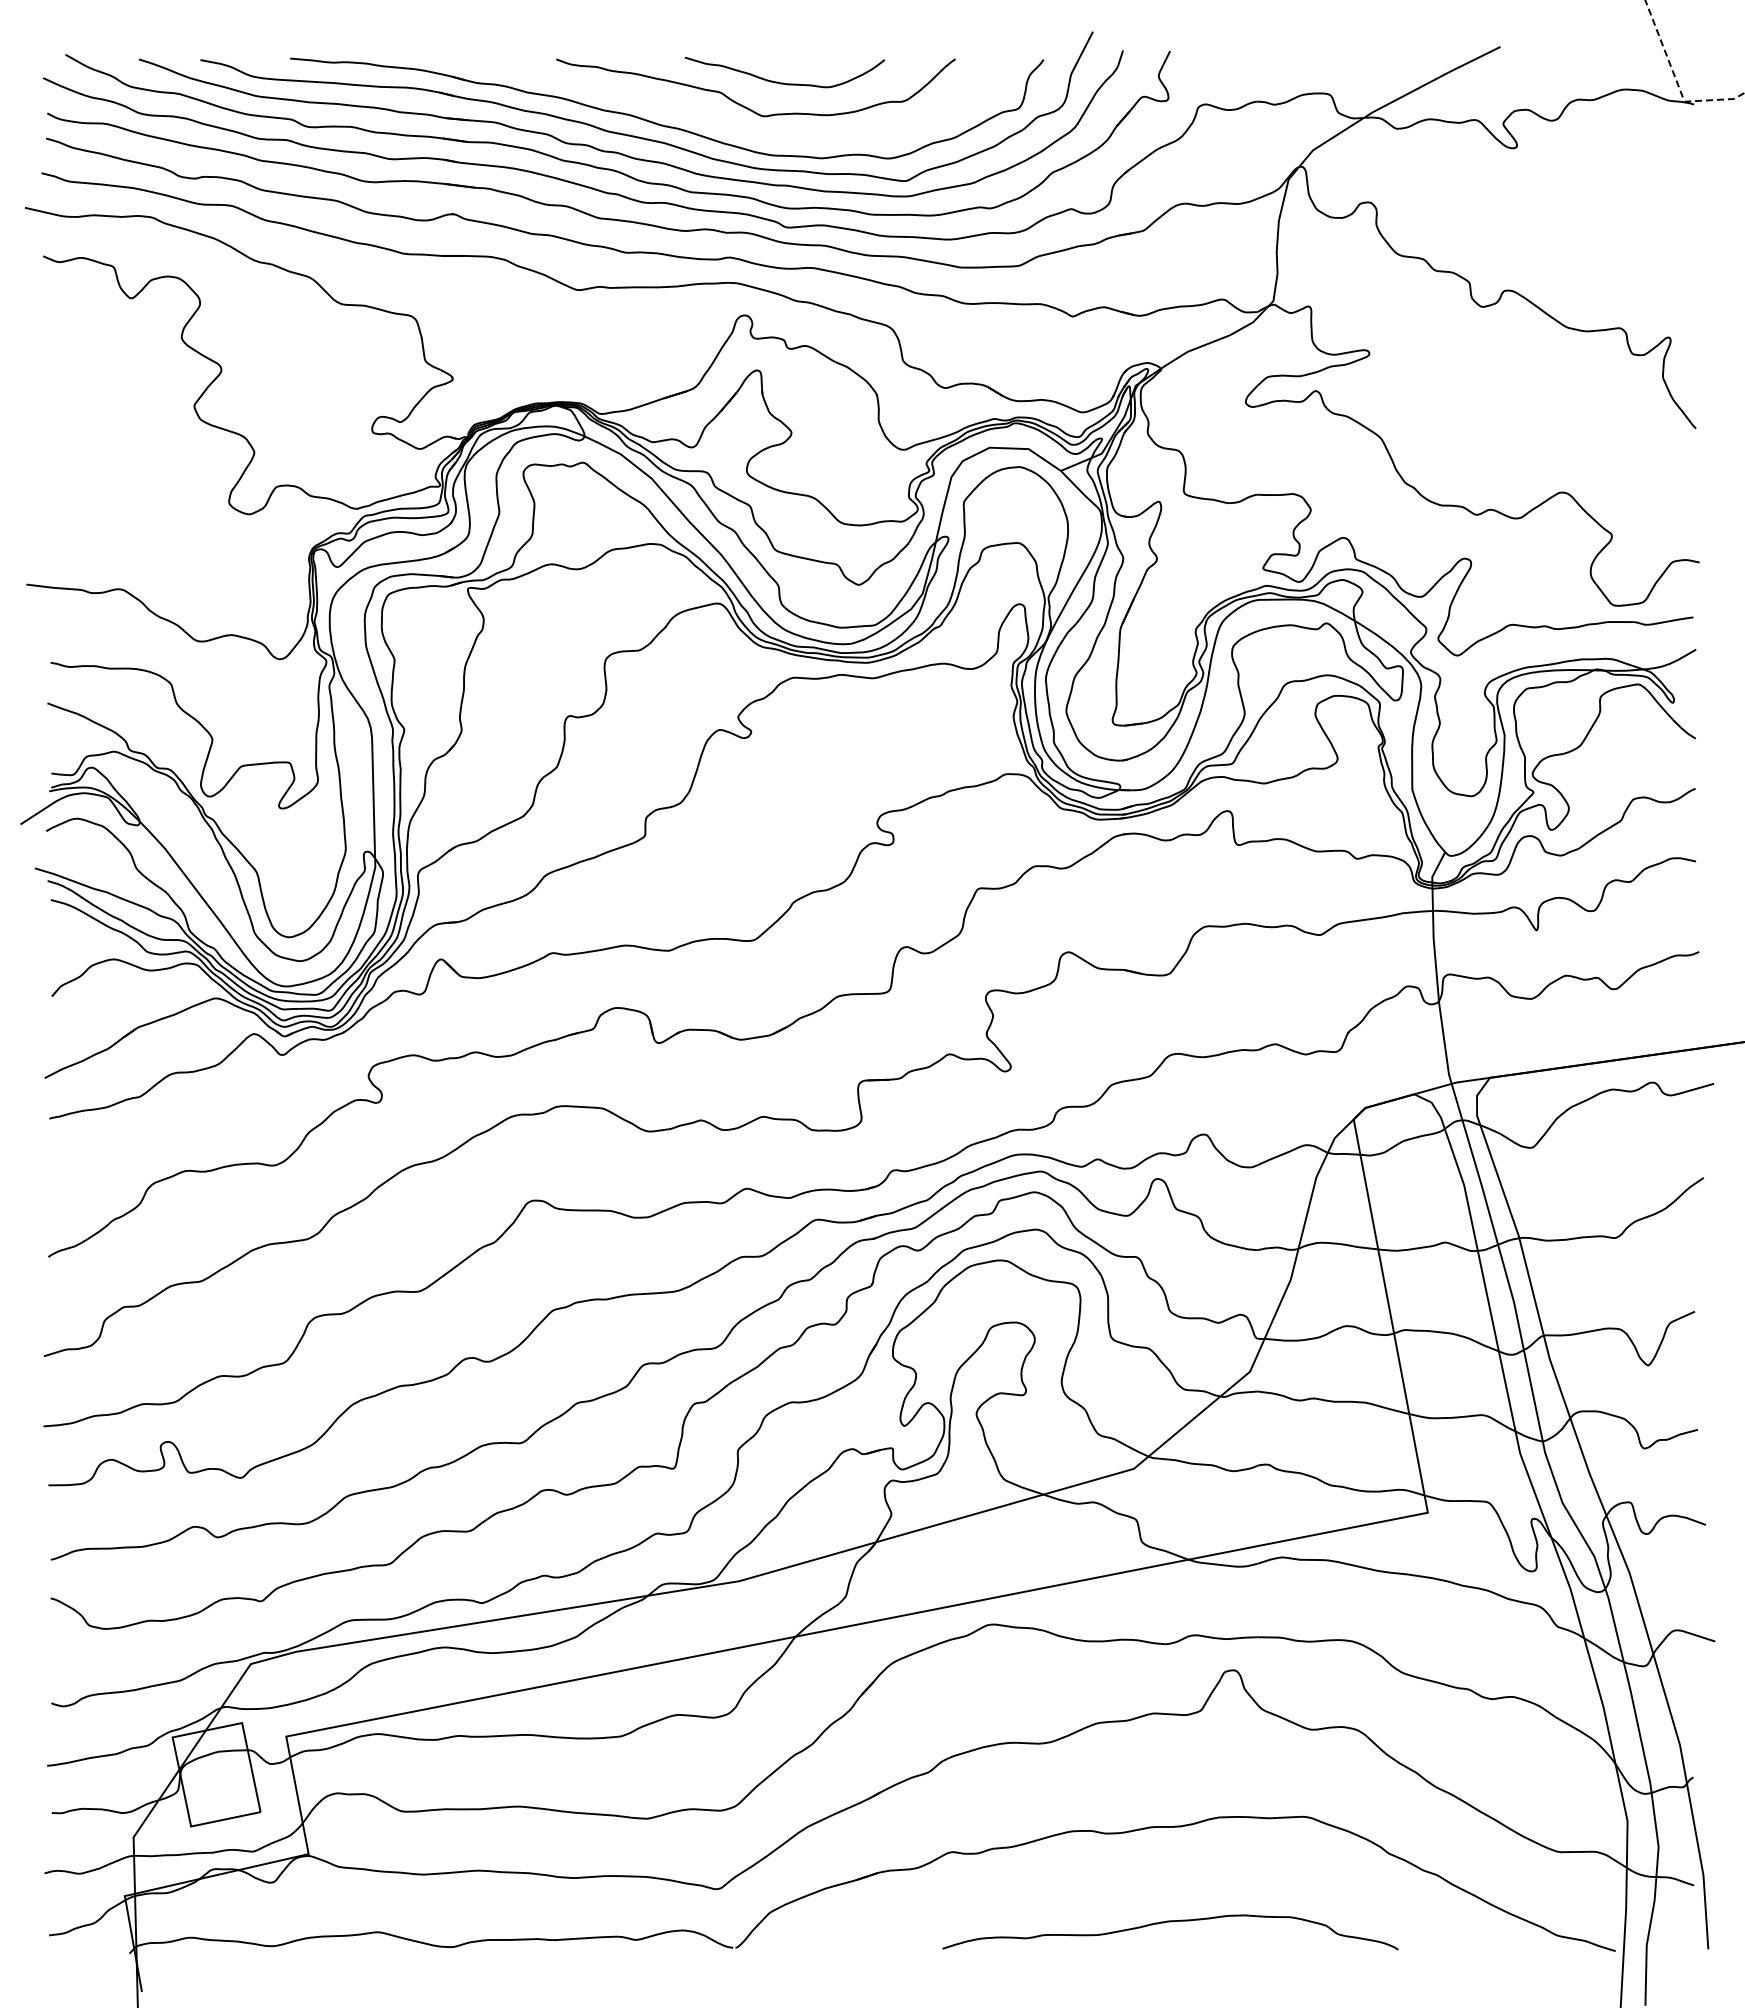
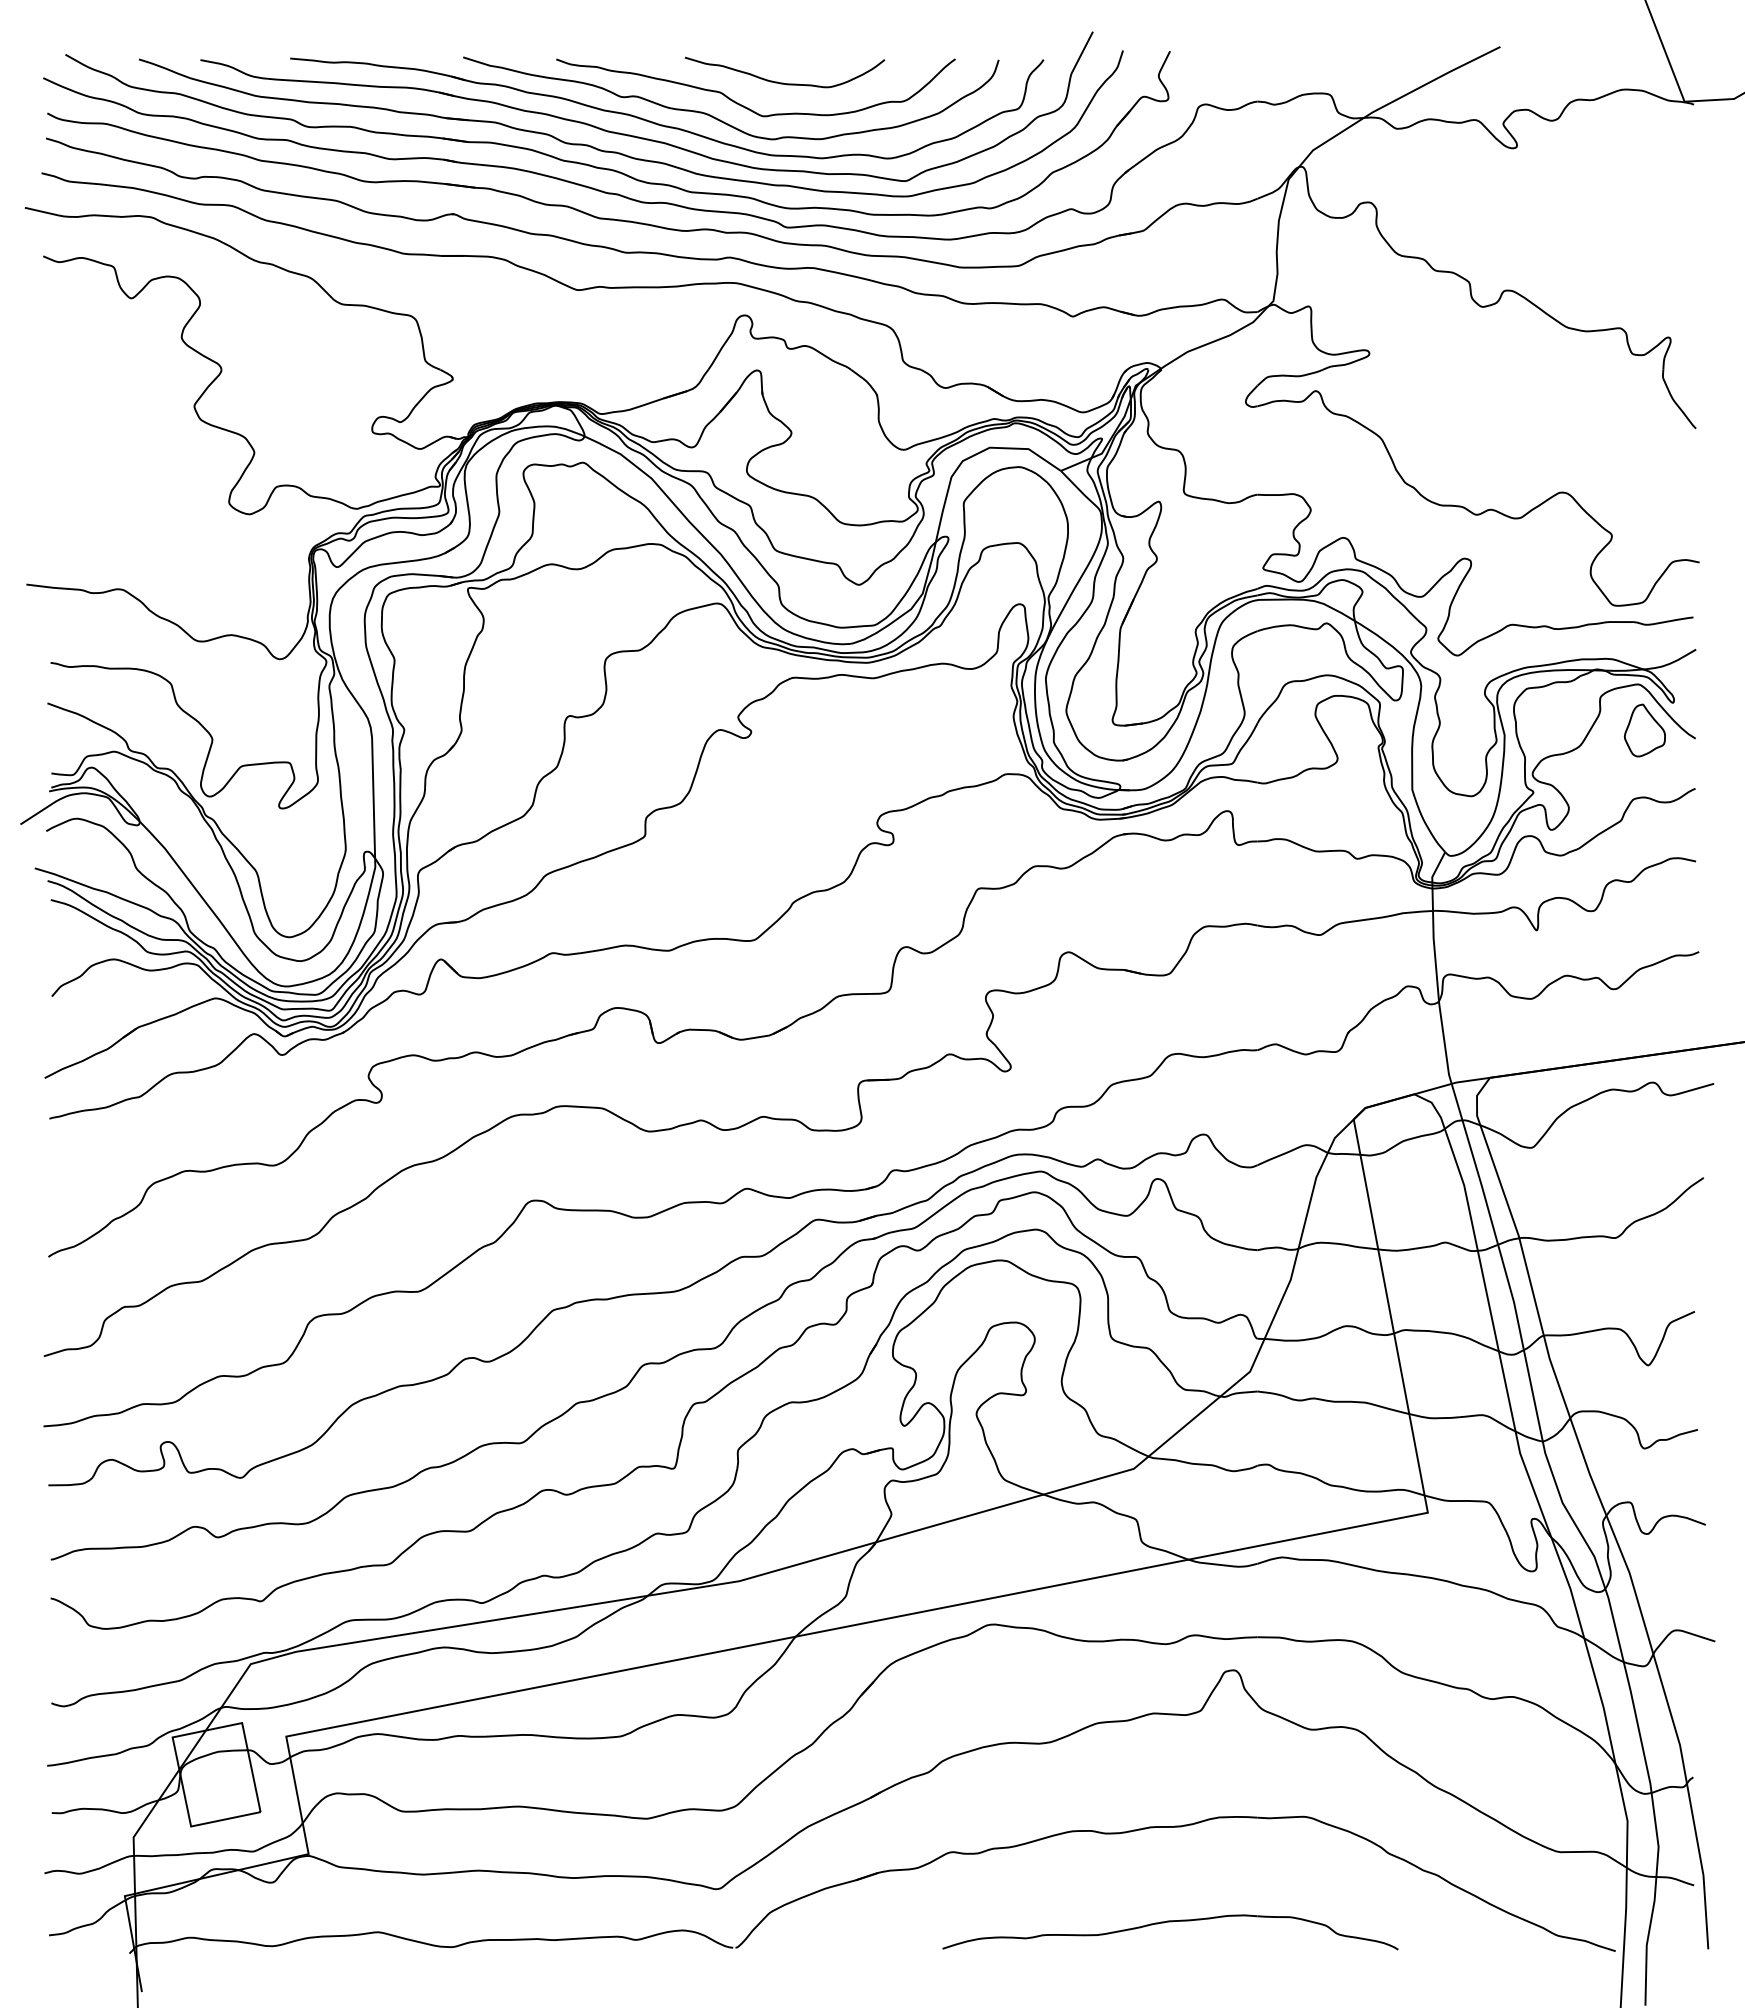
line at (1676, 81): dashed -> solid
curve at (720, 119): none -> present
part at (1644, 730): none -> present
